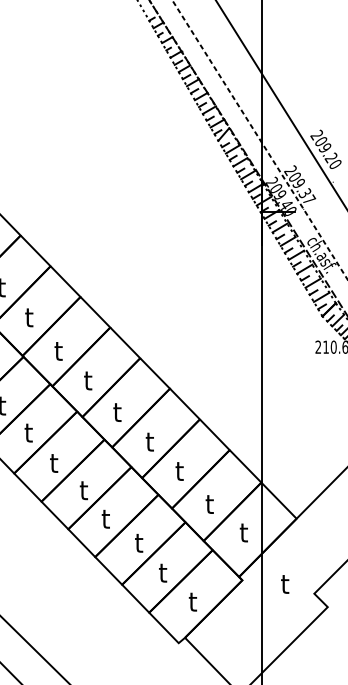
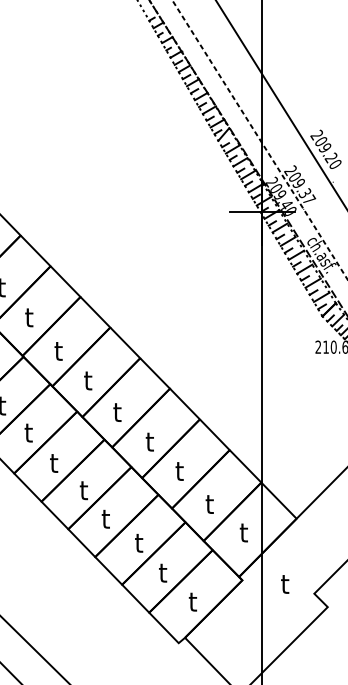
line at (245, 212): none -> present
